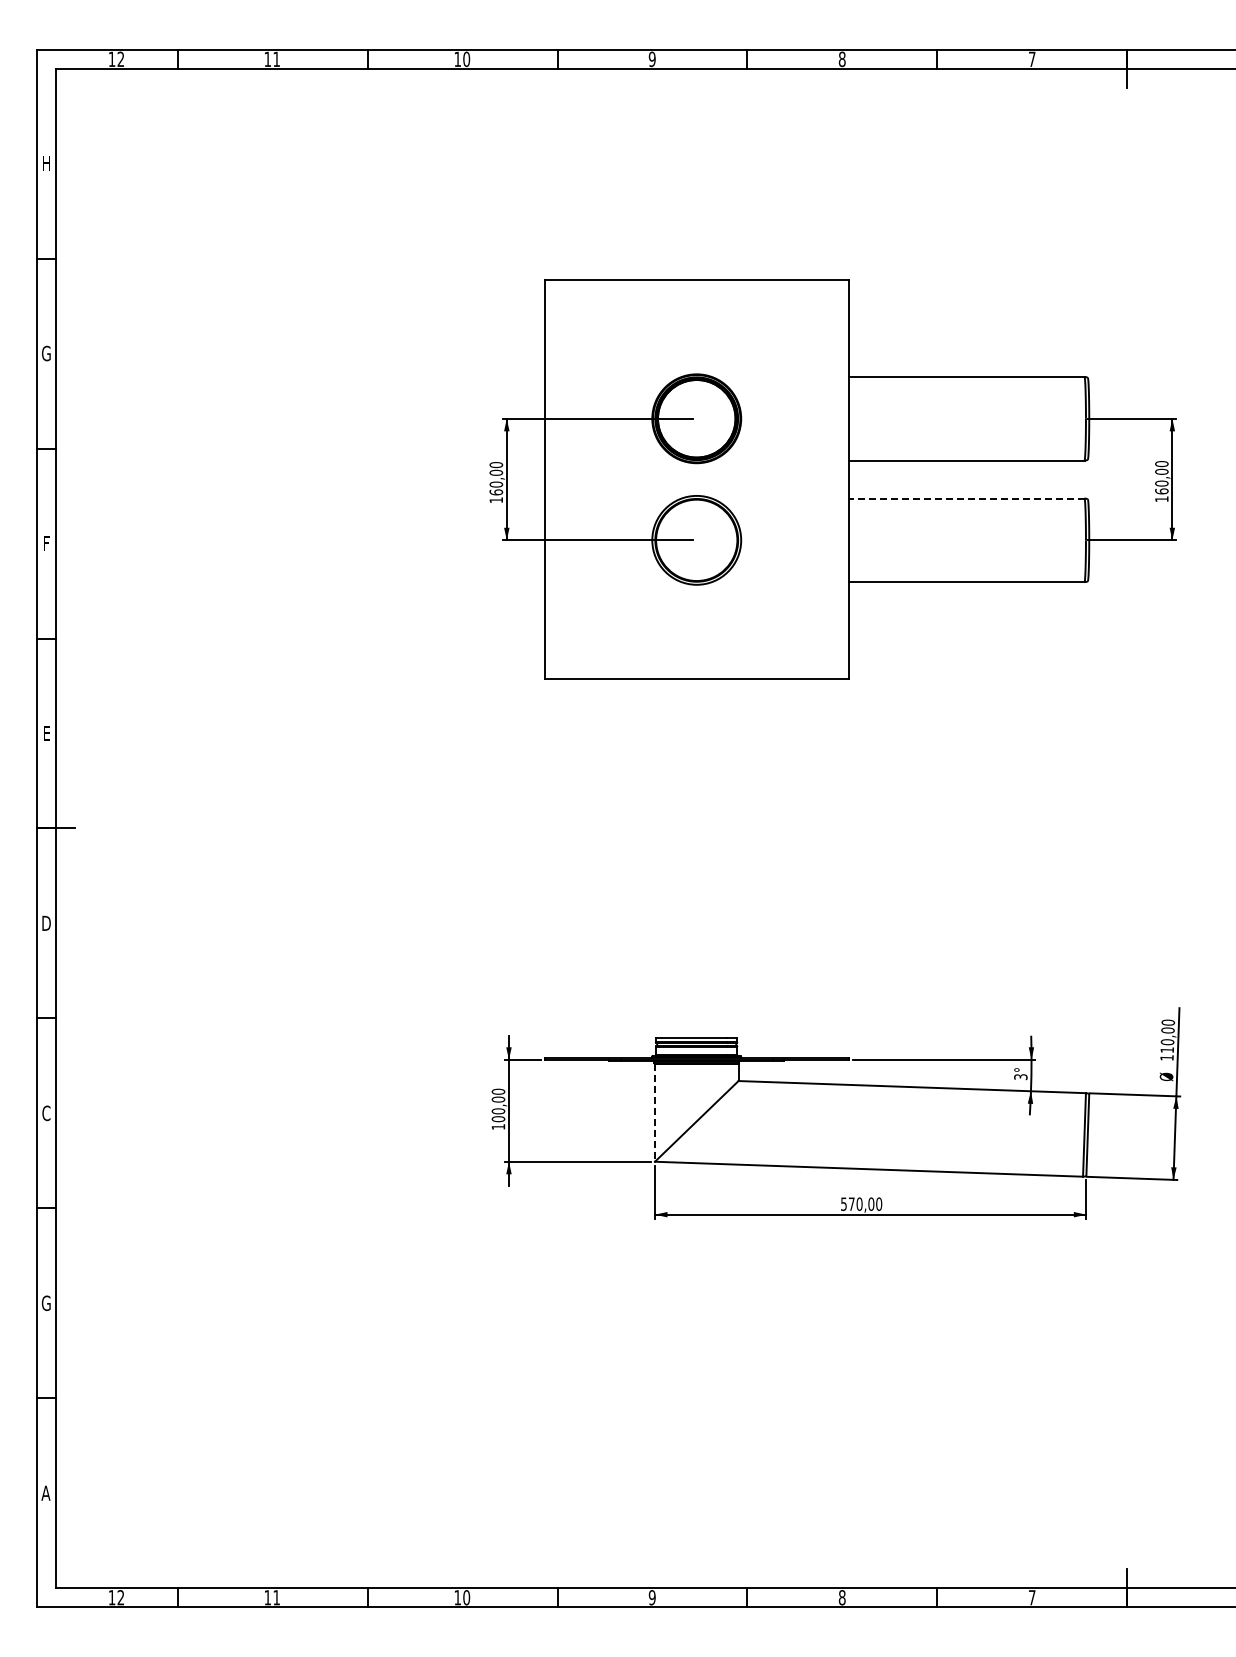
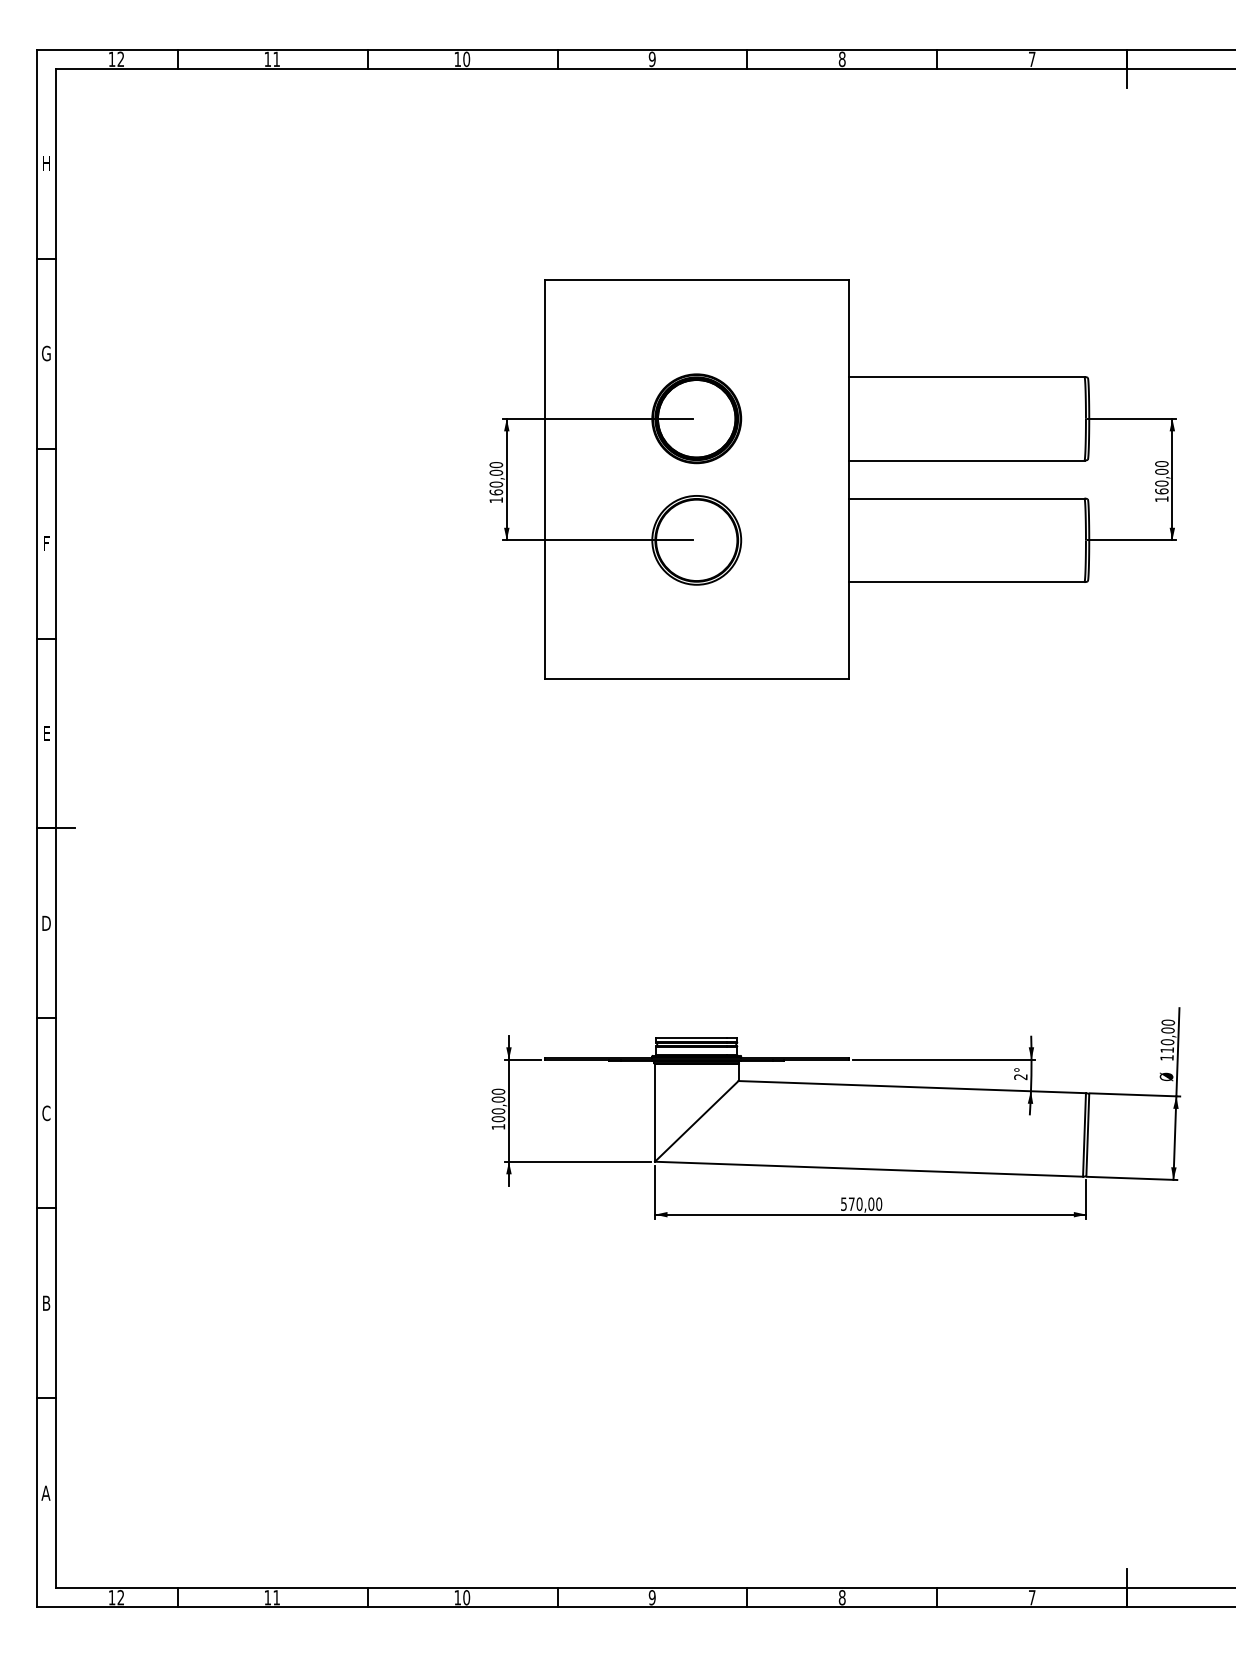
line at (966, 498): dashed -> solid
text at (1020, 1076): 3° -> 2°
line at (654, 1113): dashed -> solid
text at (45, 1302): G -> B
